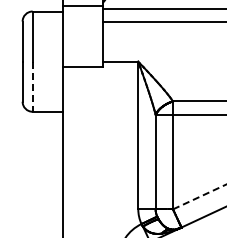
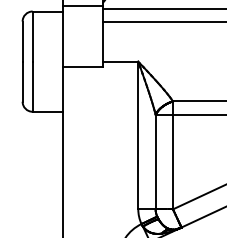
line at (32, 87): dashed -> solid
line at (200, 196): dashed -> solid
